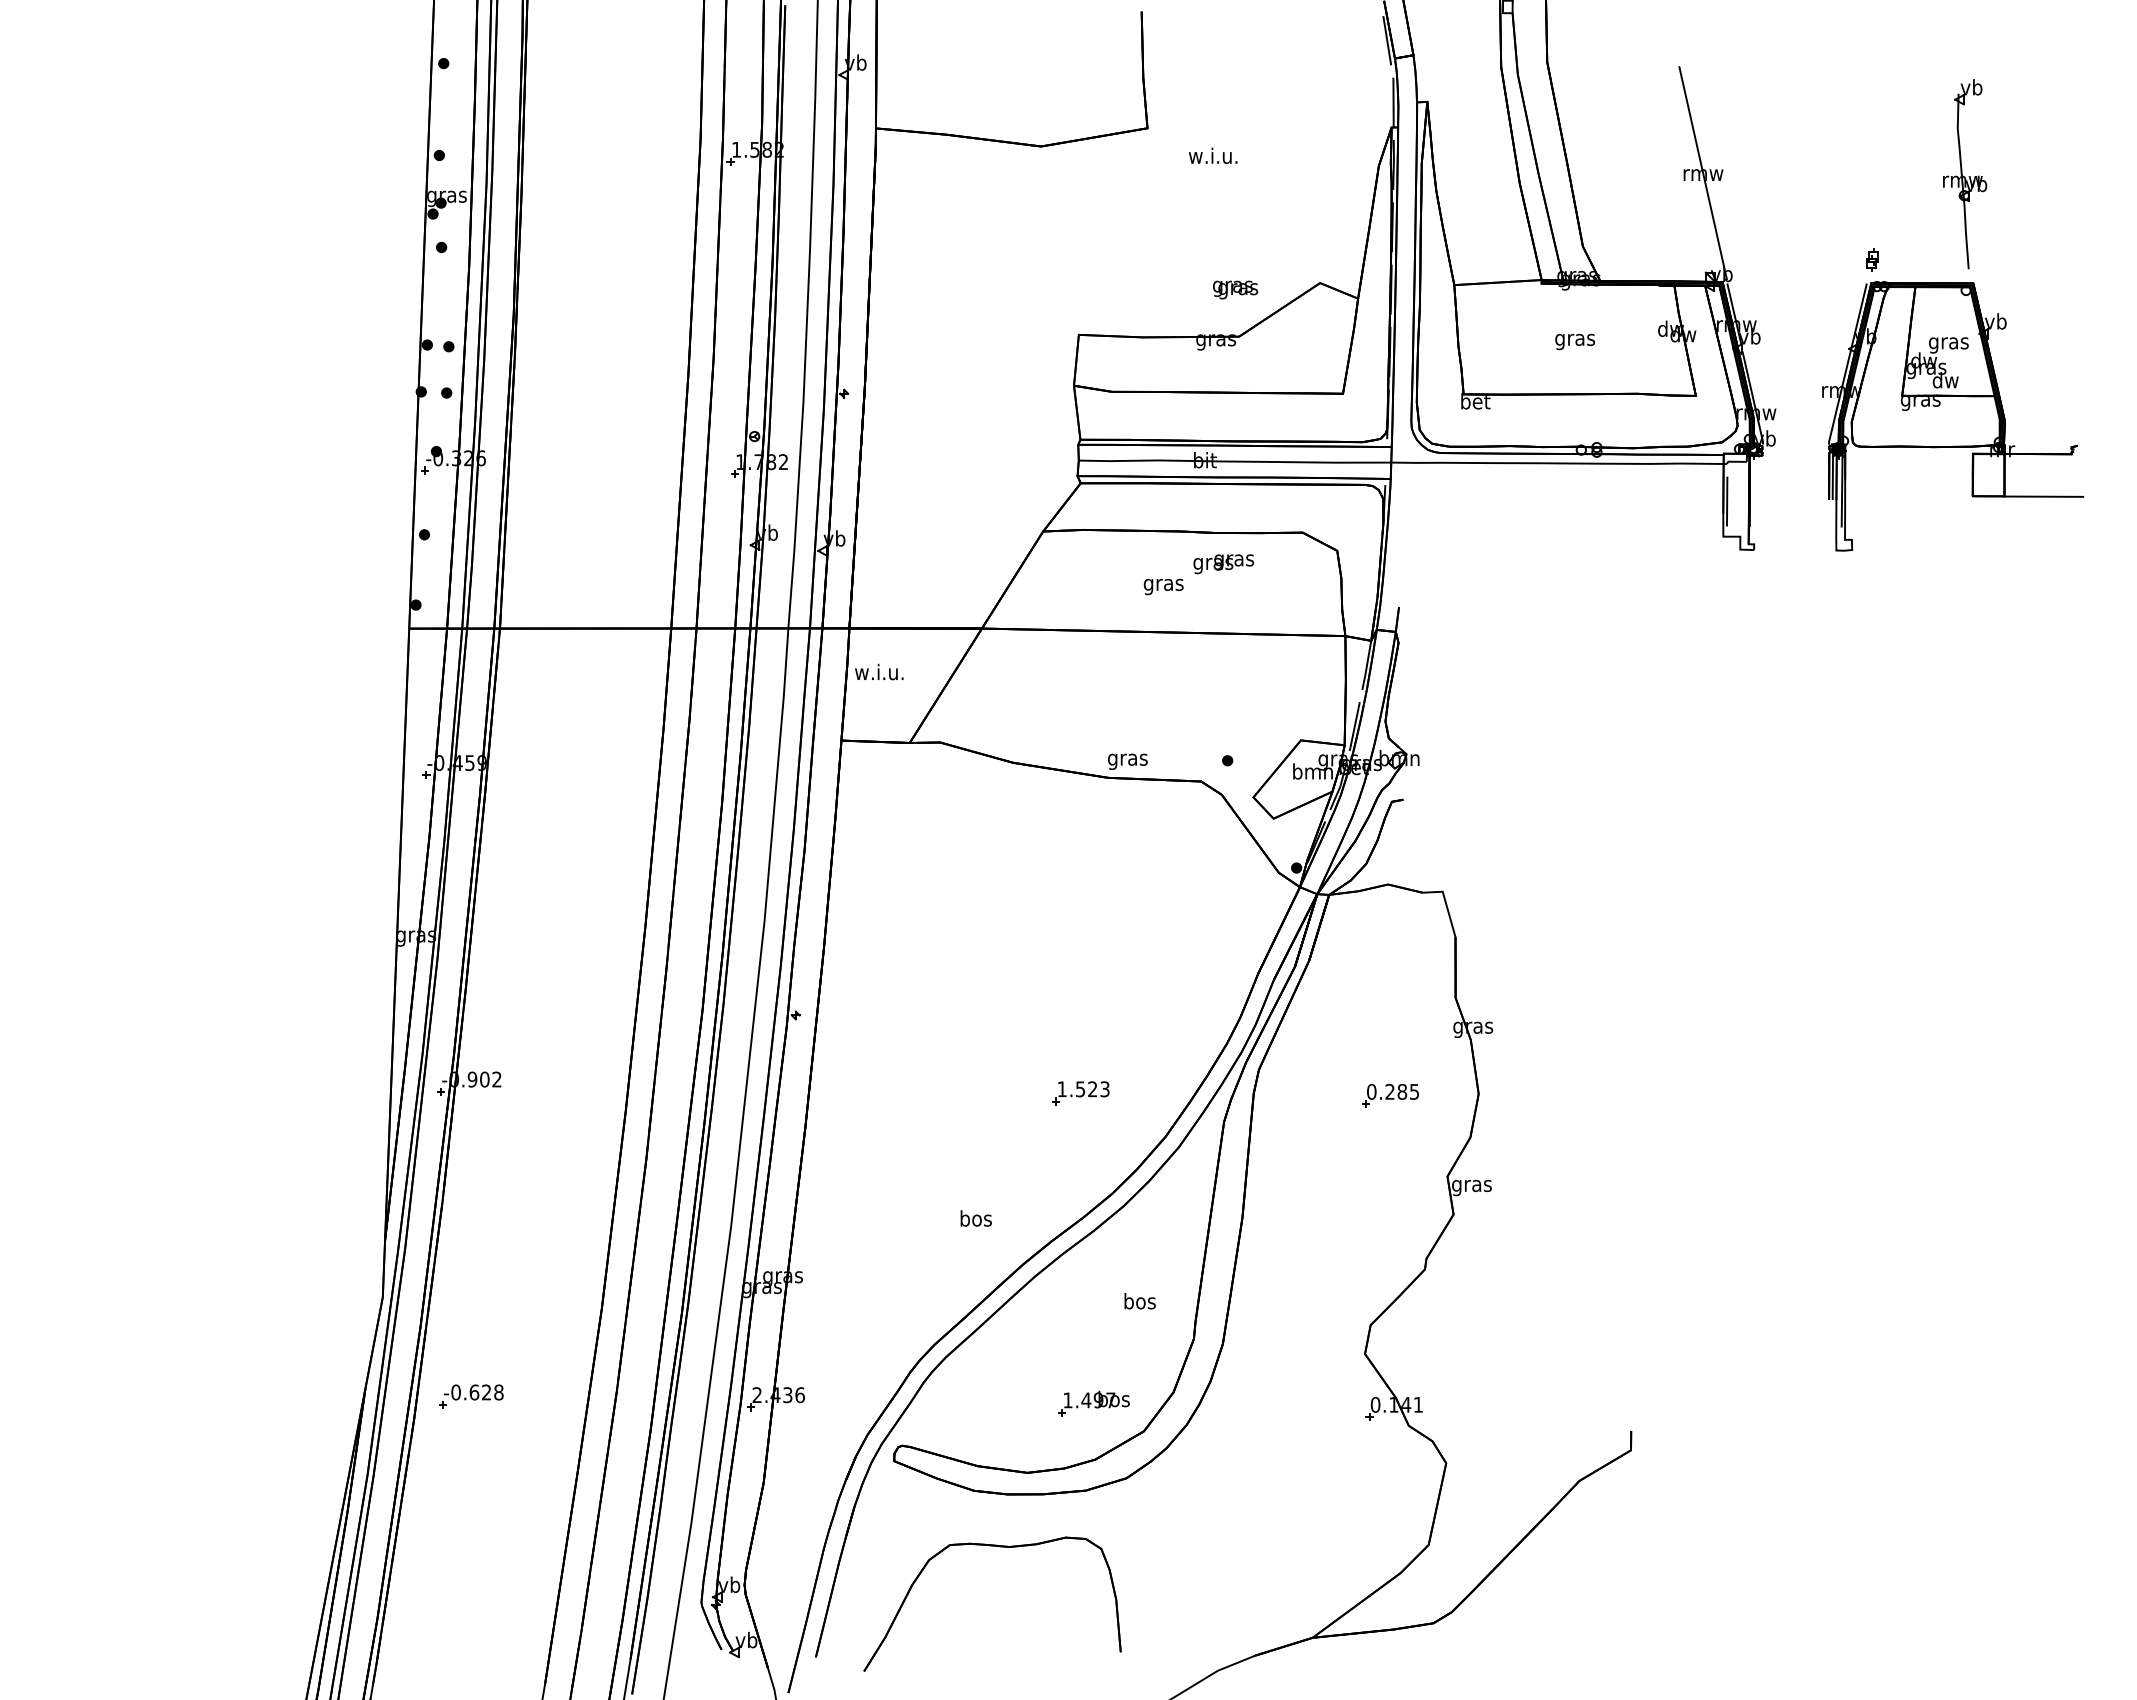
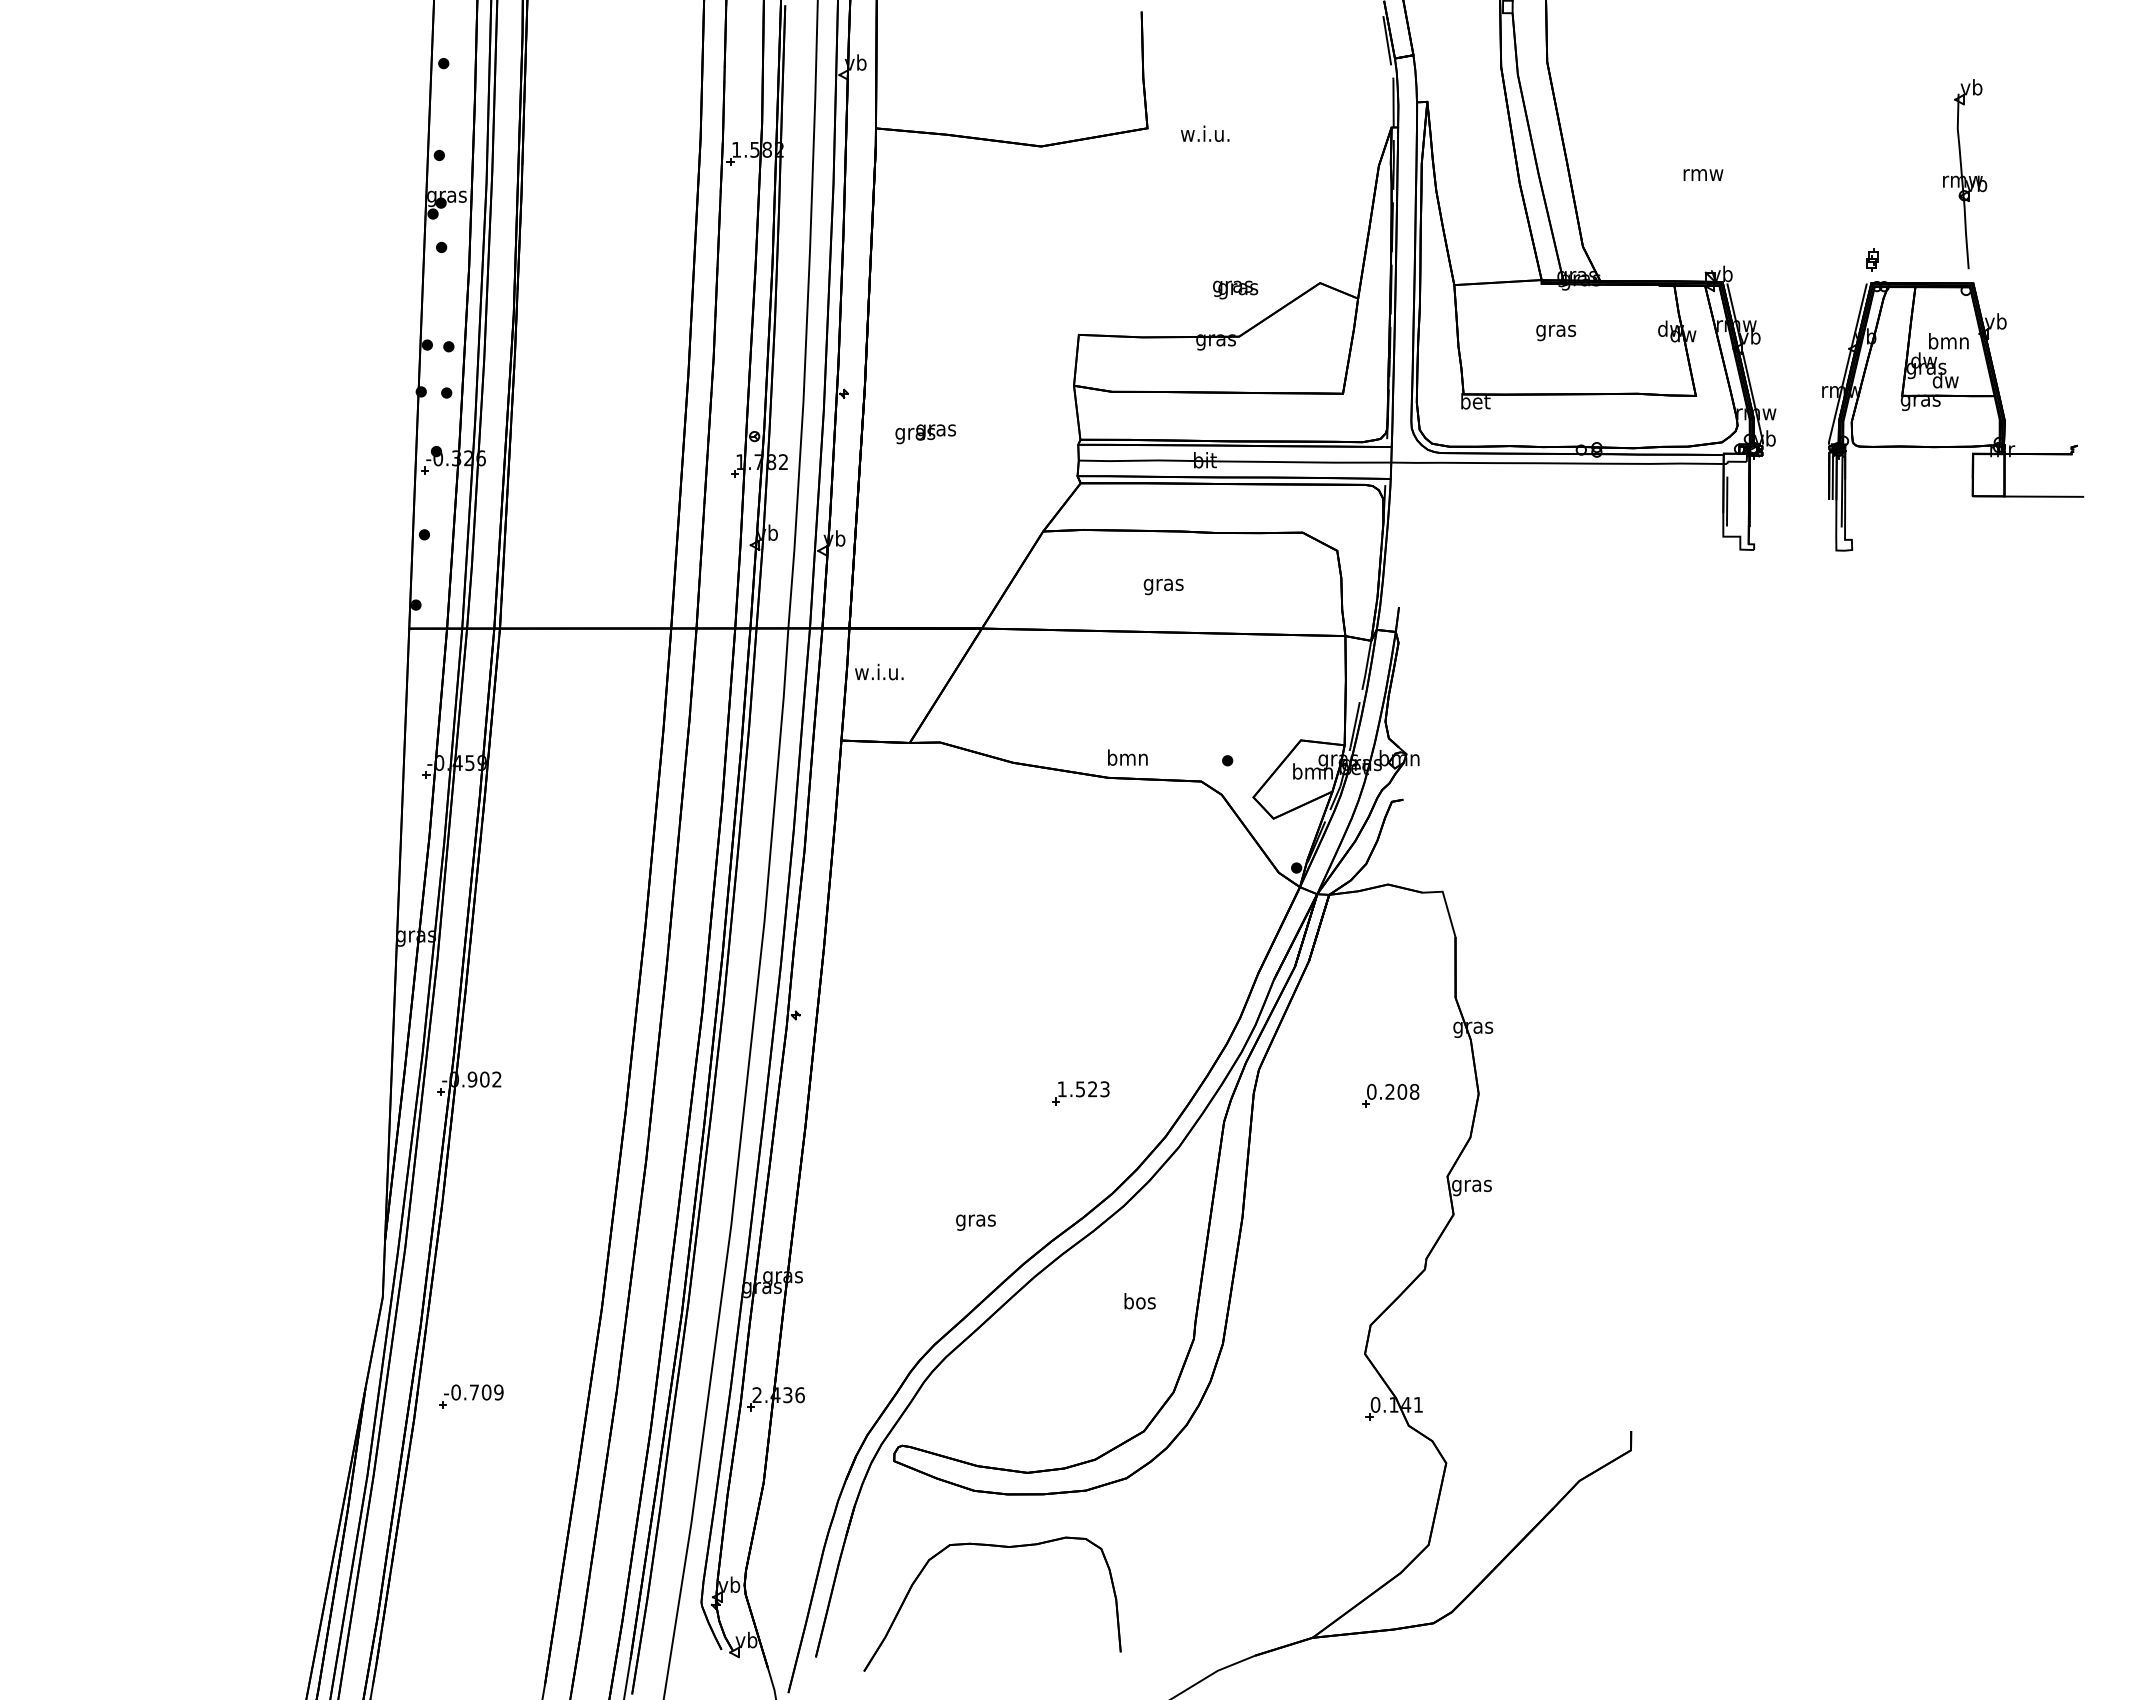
text at (1213, 155) position: (1213, 155) -> (1205, 133)
line at (1702, 173): present -> none
text at (1574, 341) position: (1574, 341) -> (1555, 332)
text at (1948, 343): gras -> bmn
text at (1223, 564) position: (1223, 564) -> (925, 434)
text at (1127, 759): gras -> bmn
text at (1408, 1091): 0.285 -> 0.208
text at (975, 1220): bos -> gras
text at (486, 1392): -0.628 -> -0.709
part at (1093, 1403): present -> none
